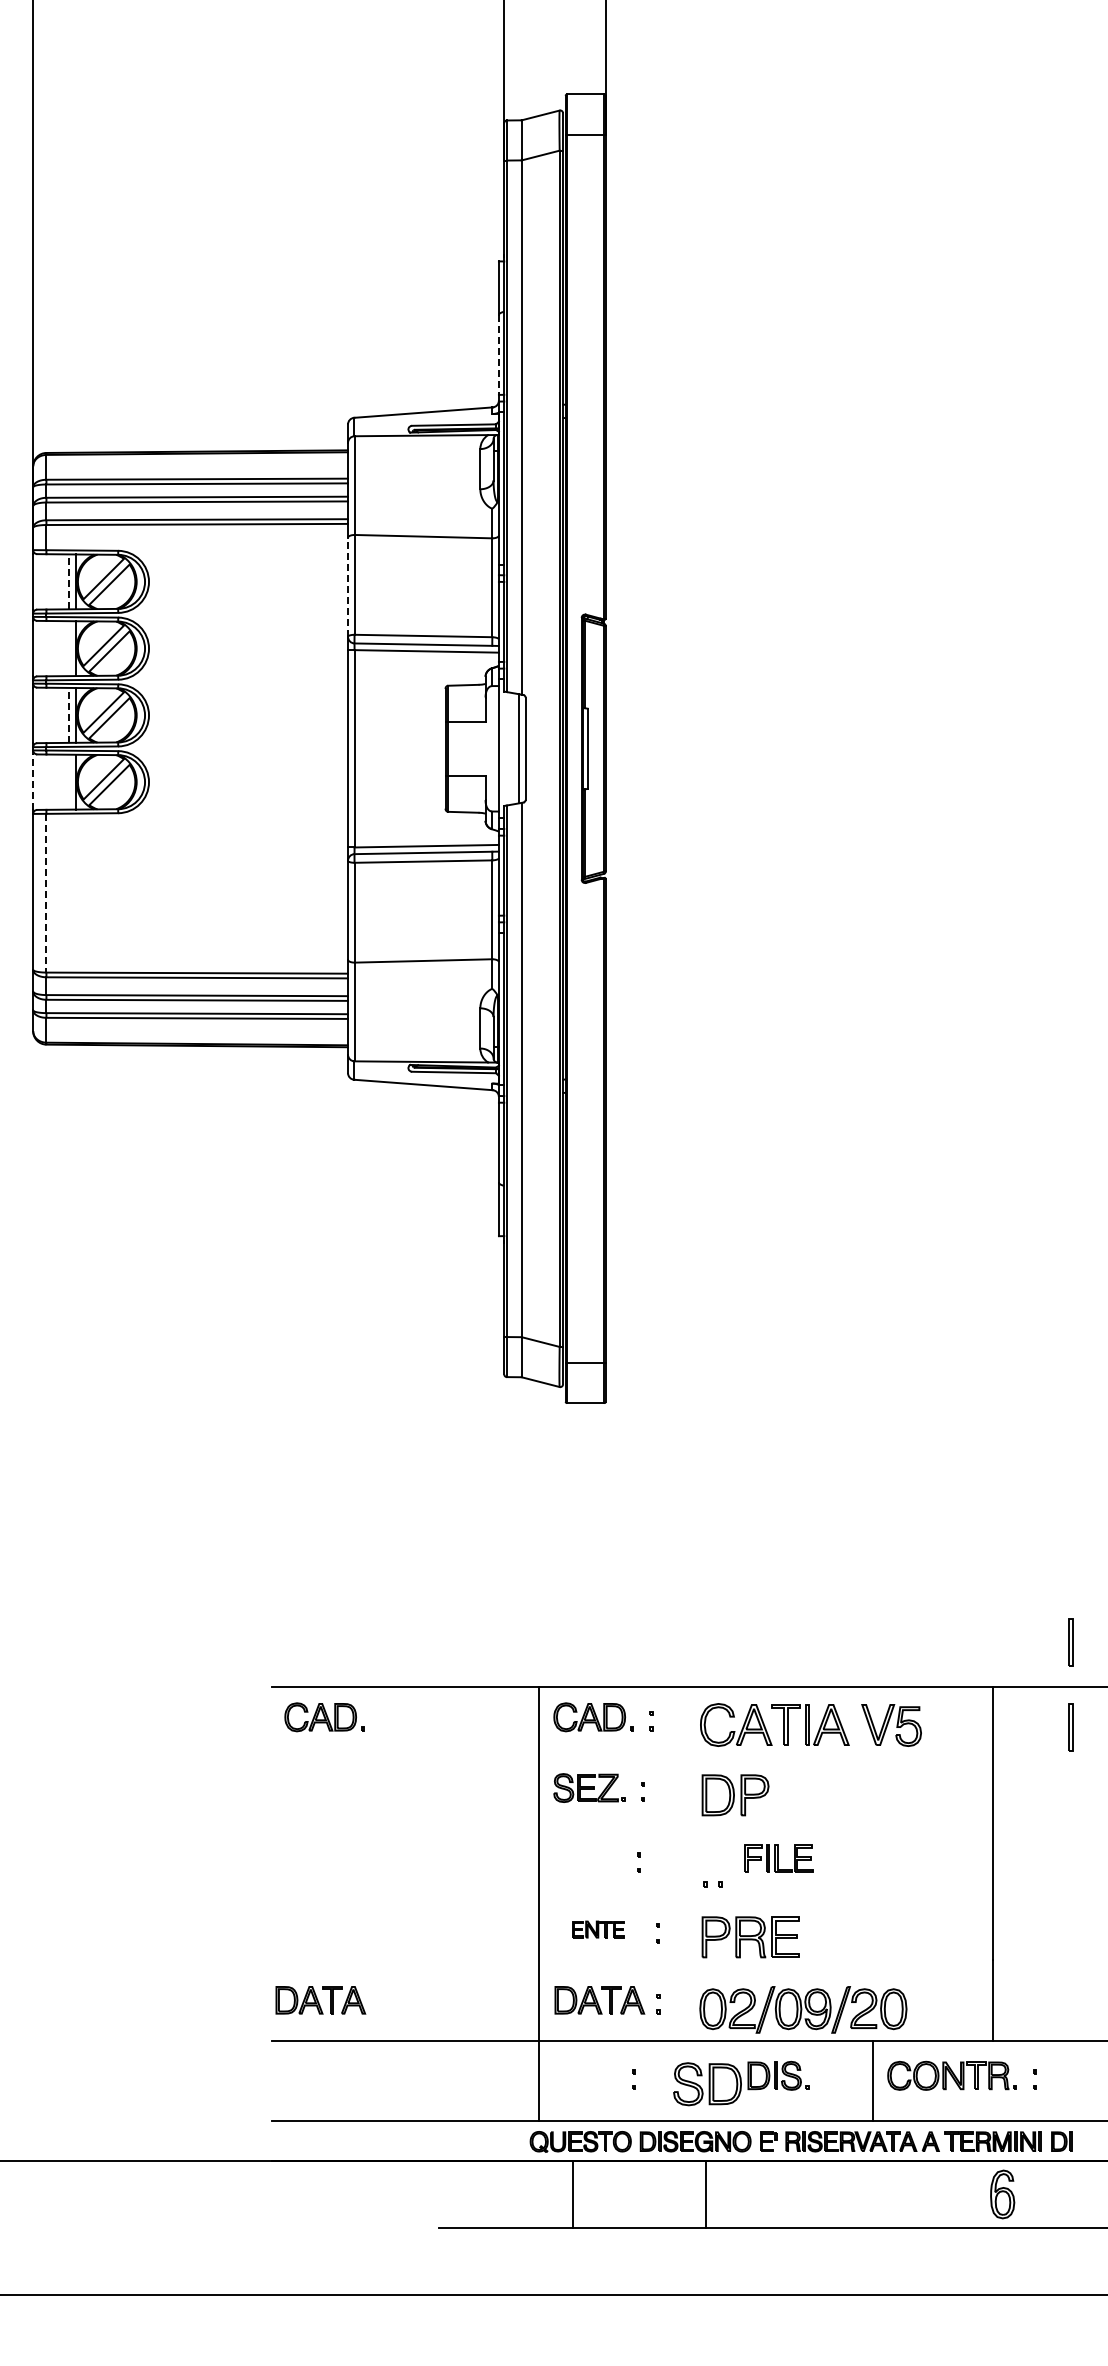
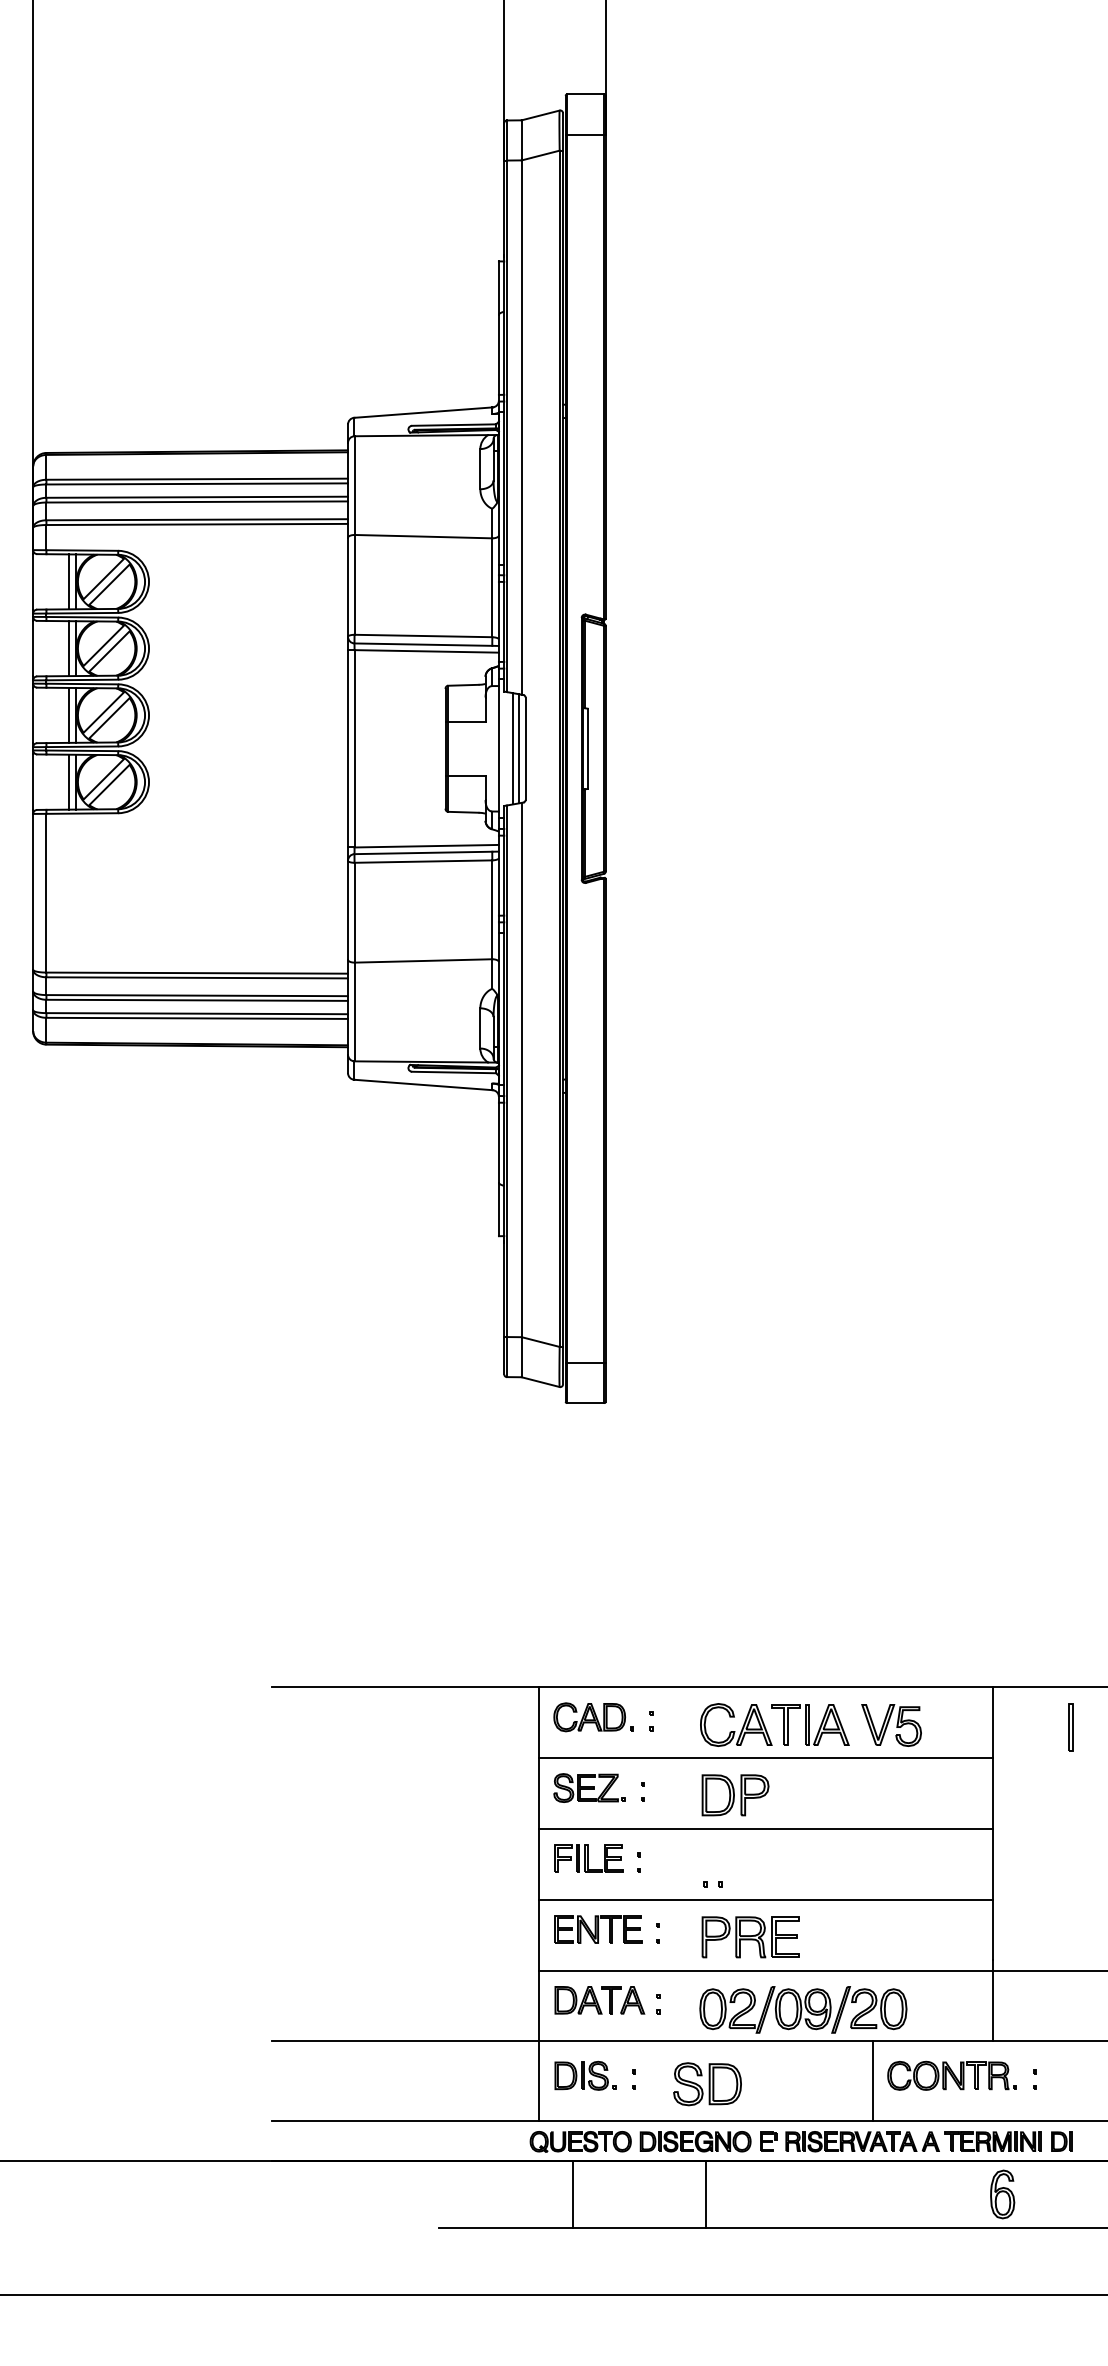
line at (498, 355): dashed -> solid
line at (69, 581): dashed -> solid
line at (348, 586): dashed -> solid
line at (69, 648): none -> present
line at (69, 714): dashed -> solid
line at (513, 748): none -> present
line at (69, 781): none -> present
line at (33, 782): dashed -> solid
line at (46, 893): dashed -> solid
part at (1070, 1642): present -> none
part at (324, 1717): present -> none
line at (766, 1758): none -> present
line at (766, 1828): none -> present
part at (778, 1858) position: (778, 1858) -> (588, 1858)
line at (766, 1899): none -> present
part at (598, 1929) size: 53x19 px -> 89x29 px
line at (821, 1970): none -> present
part at (320, 2000): present -> none
part at (778, 2075) position: (778, 2075) -> (585, 2075)
